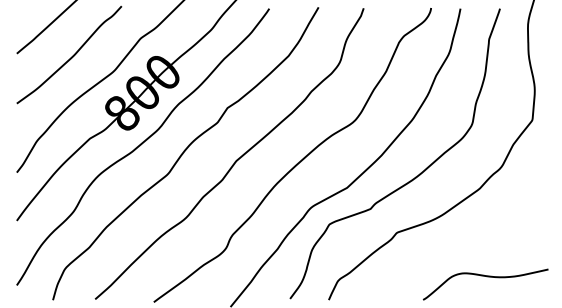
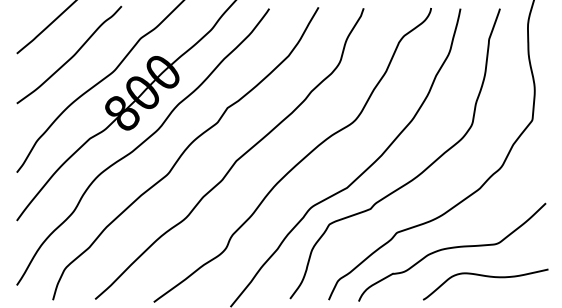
curve at (452, 248): none -> present
